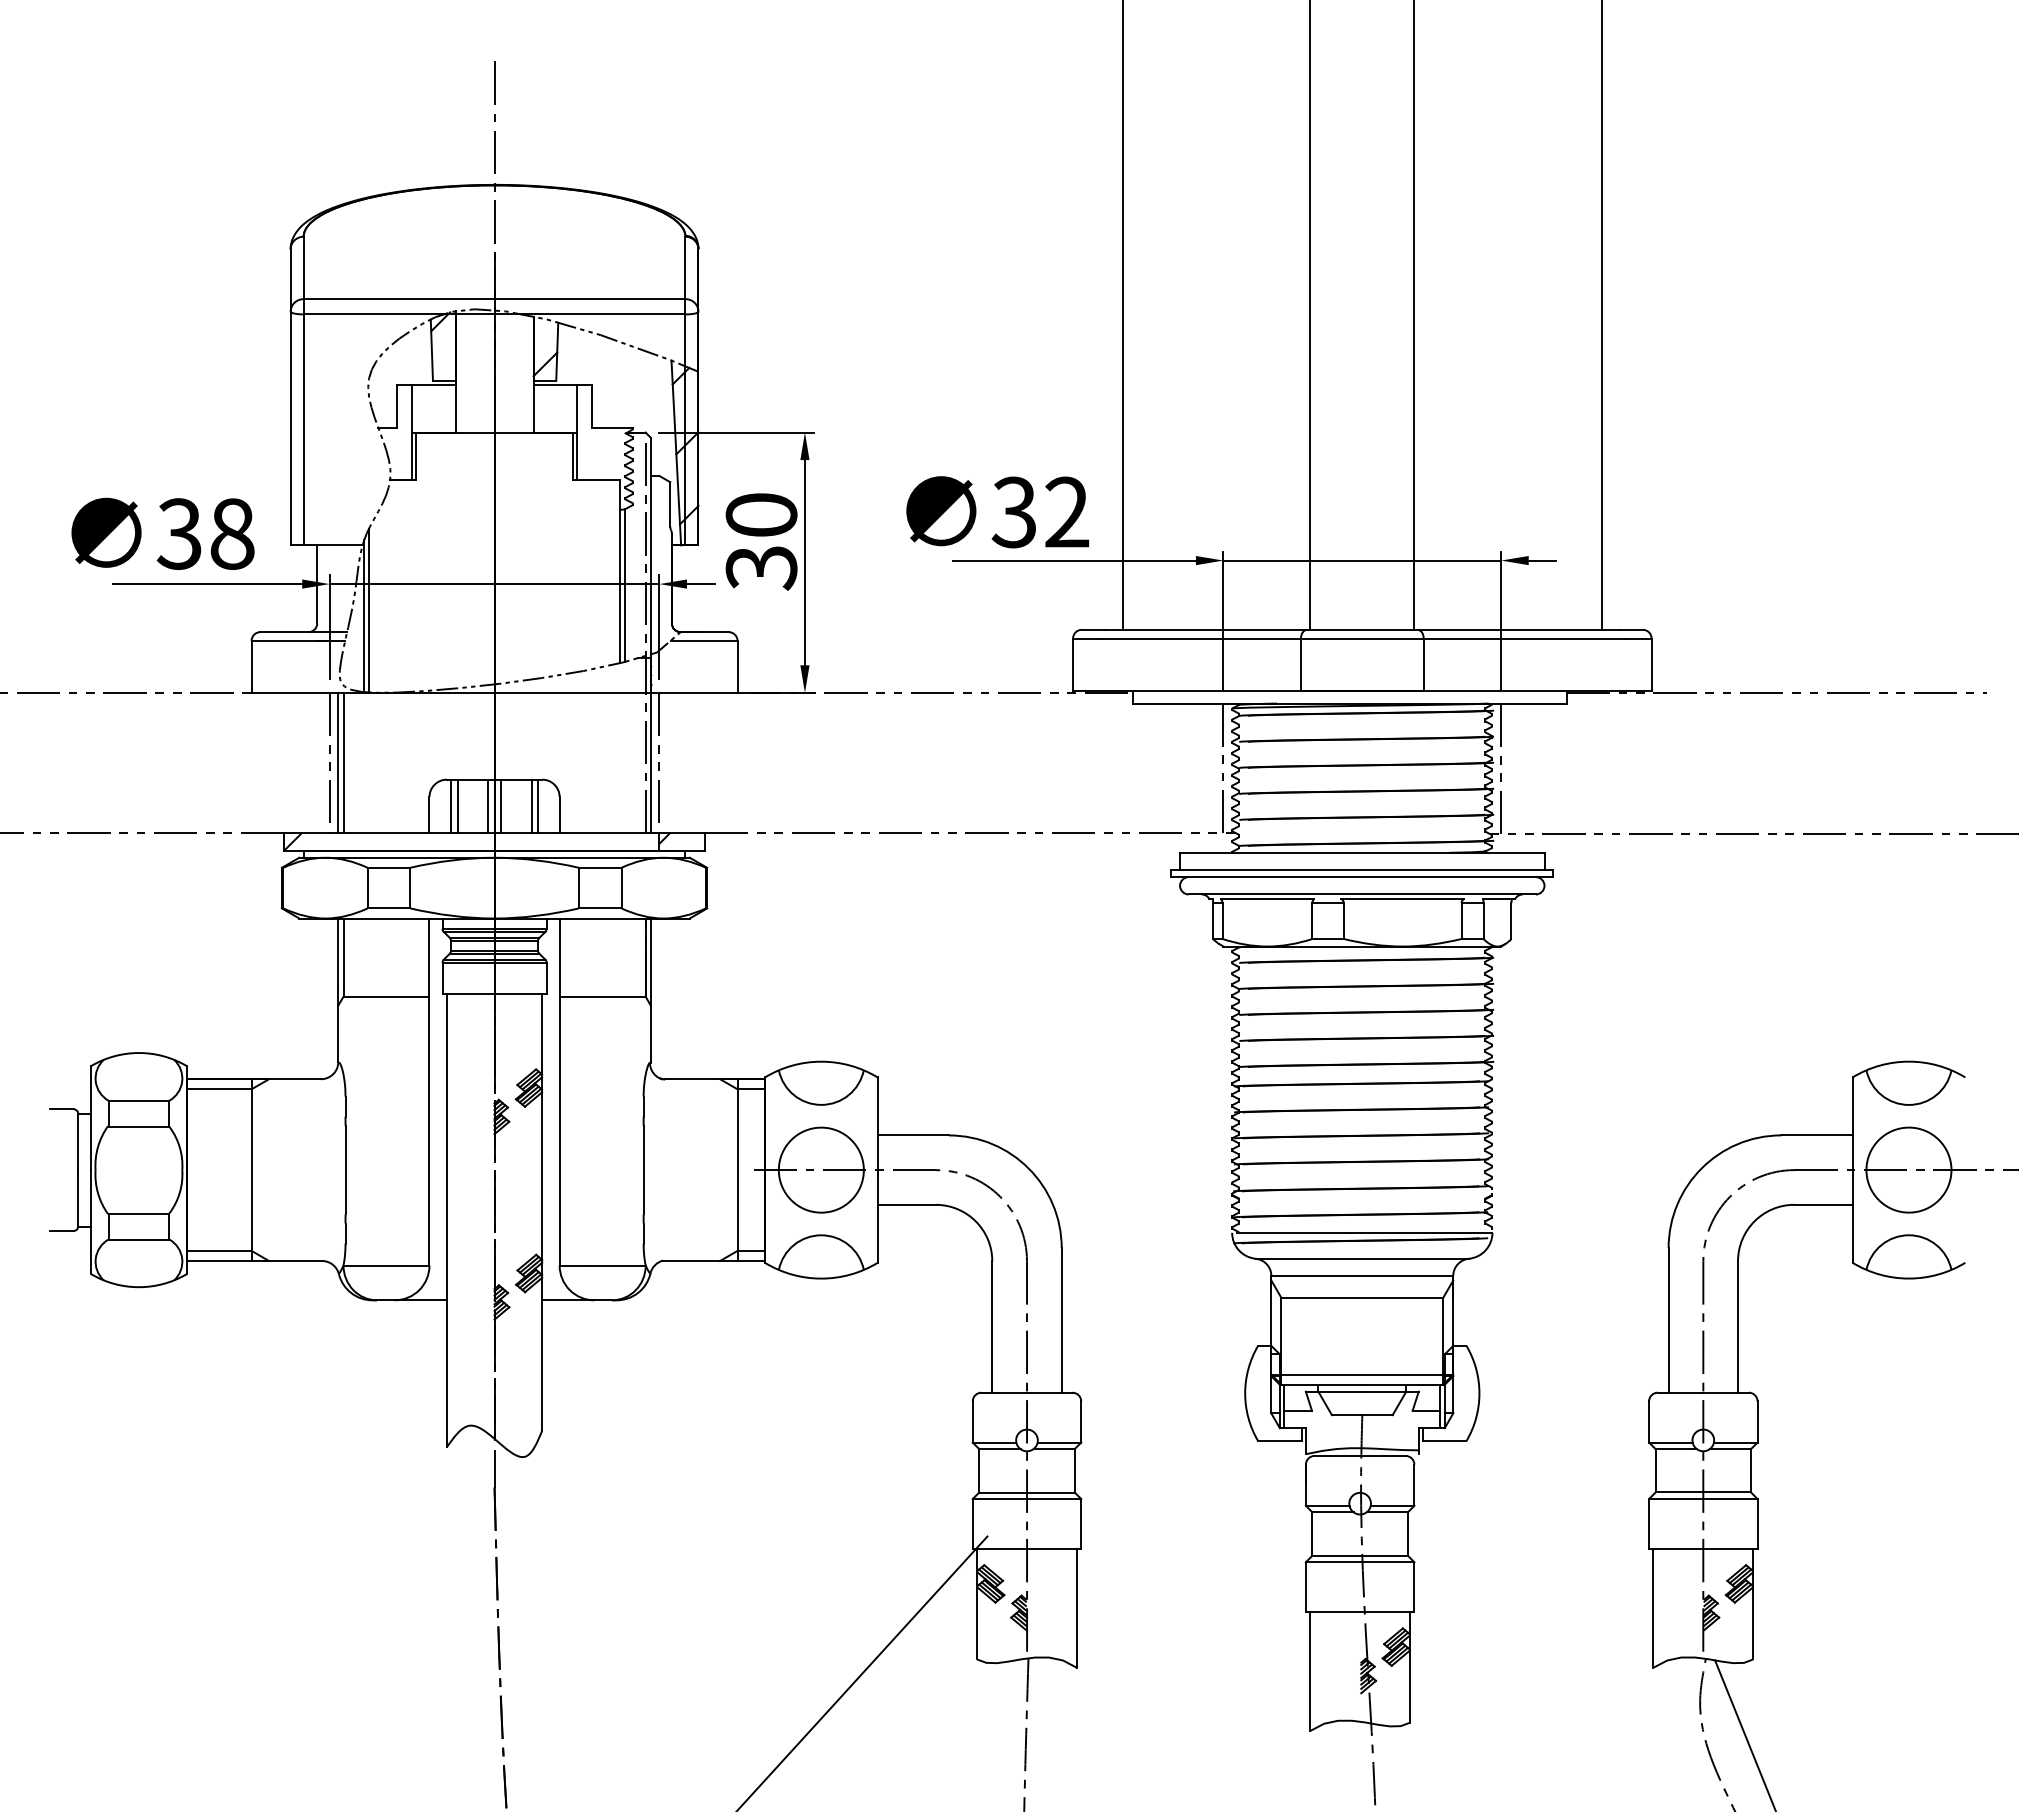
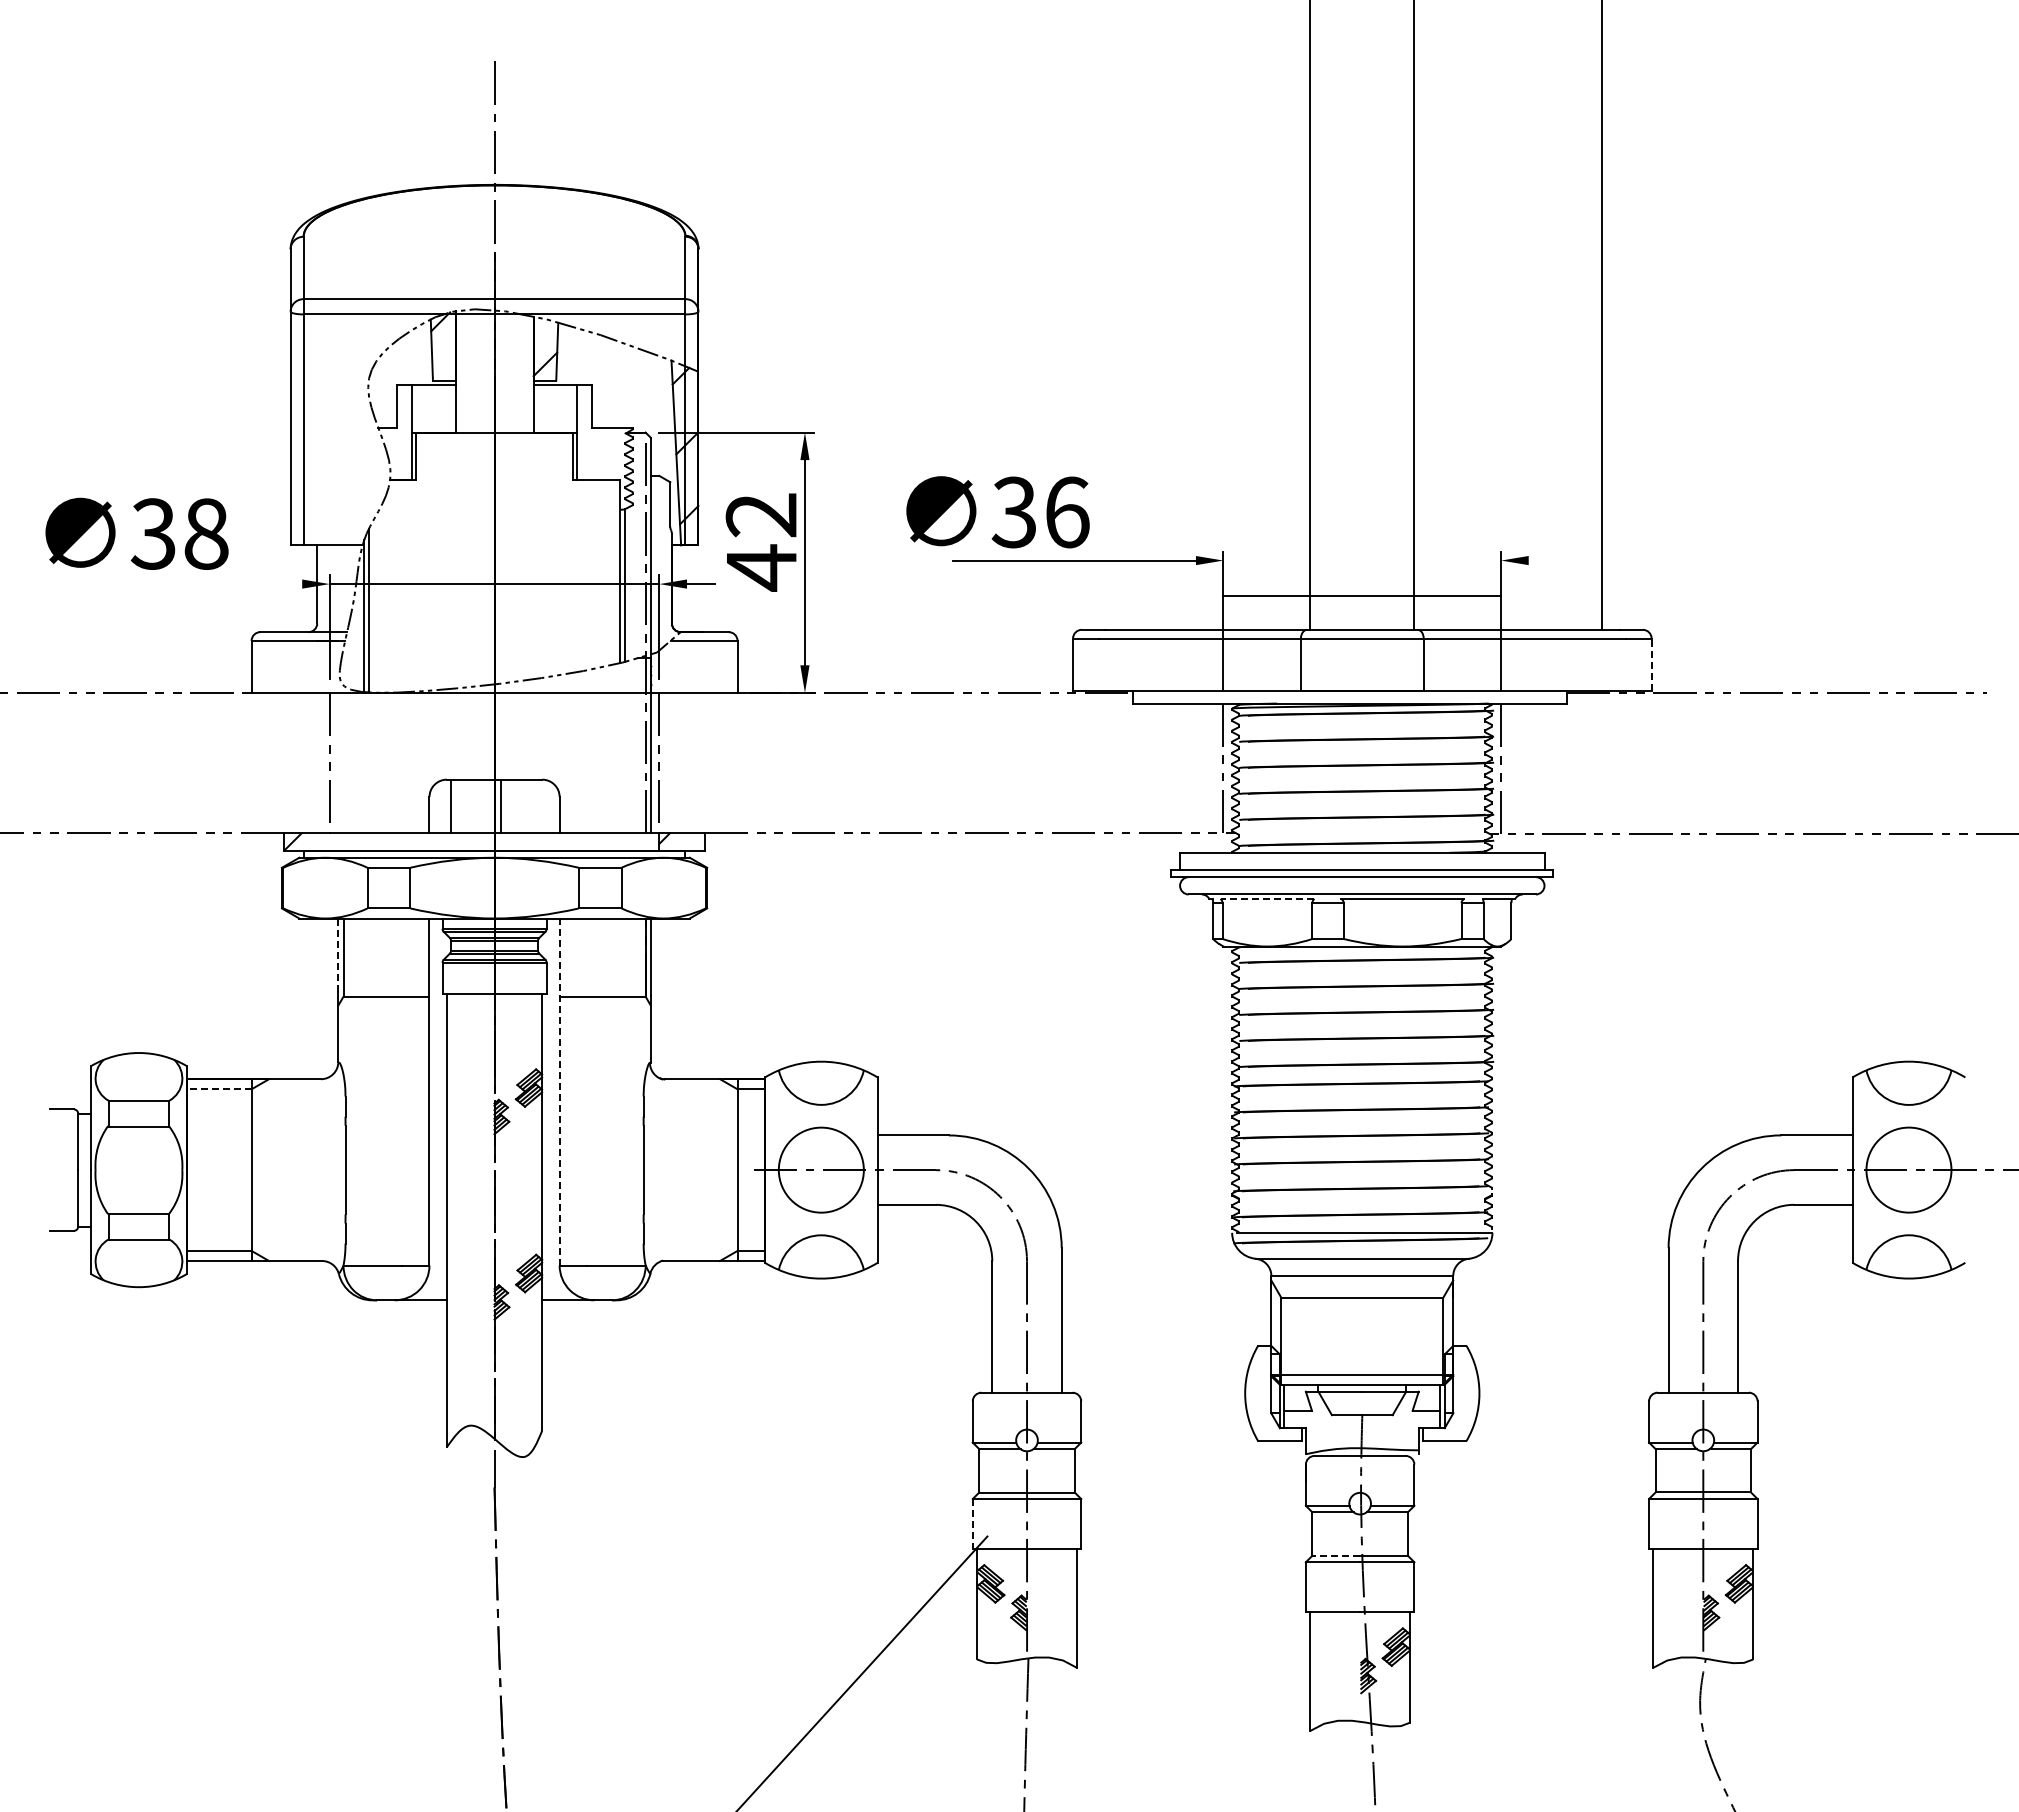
line at (1122, 315): present -> none
text at (1067, 512): 32 -> 36
text at (162, 533) position: (162, 533) -> (136, 533)
text at (761, 542): 30 -> 42
line at (1362, 560) position: (1362, 560) -> (1362, 595)
line at (1542, 560): present -> none
line at (207, 584): present -> none
line at (1651, 664): solid -> dashed
line at (338, 762): present -> none
line at (343, 762): present -> none
line at (457, 806): present -> none
line at (488, 806): present -> none
line at (531, 806): present -> none
line at (537, 806): present -> none
line at (1267, 898): solid -> dashed
line at (338, 955): solid -> dashed
line at (219, 1089): solid -> dashed
line at (559, 1092): solid -> dashed
line at (972, 1523): solid -> dashed
line at (1336, 1555): solid -> dashed
line at (1744, 1734): present -> none
